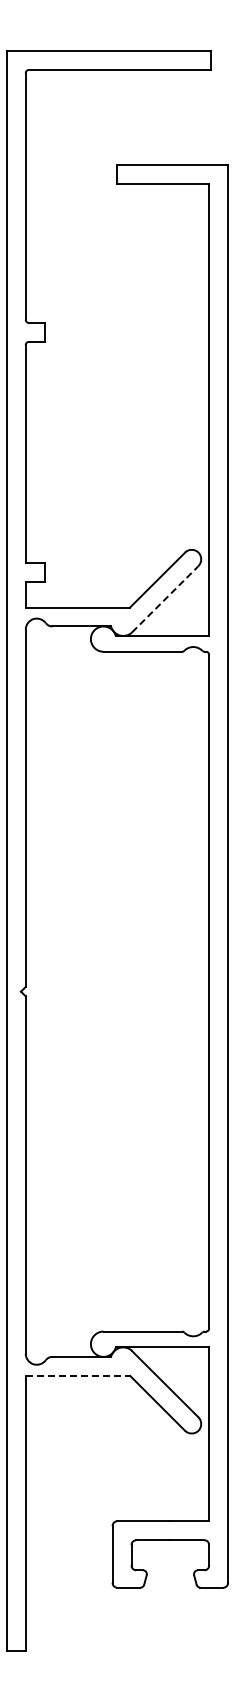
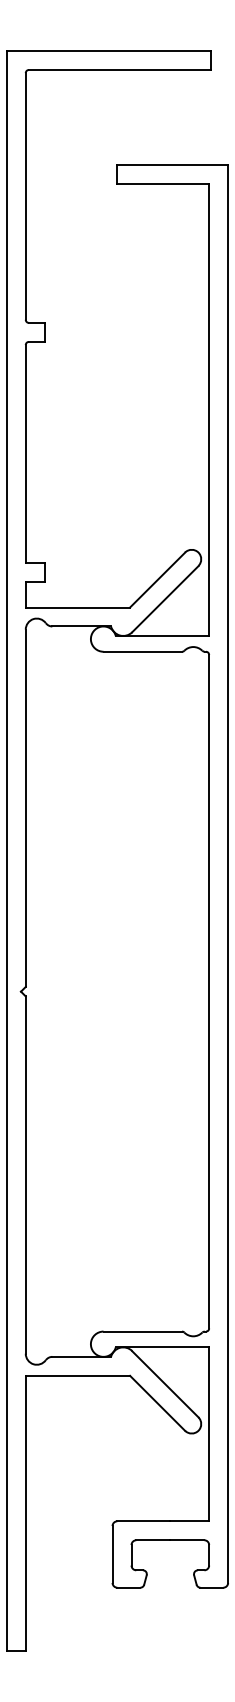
line at (165, 599): dashed -> solid
line at (78, 1375): dashed -> solid
